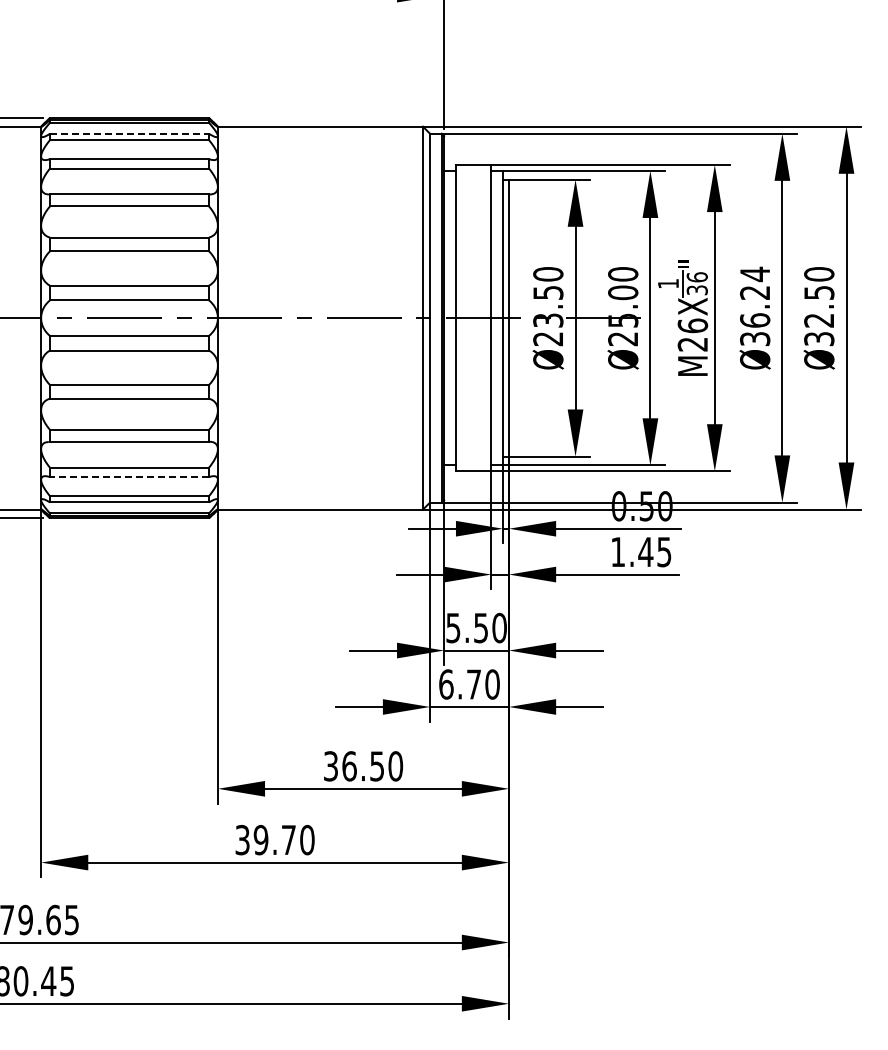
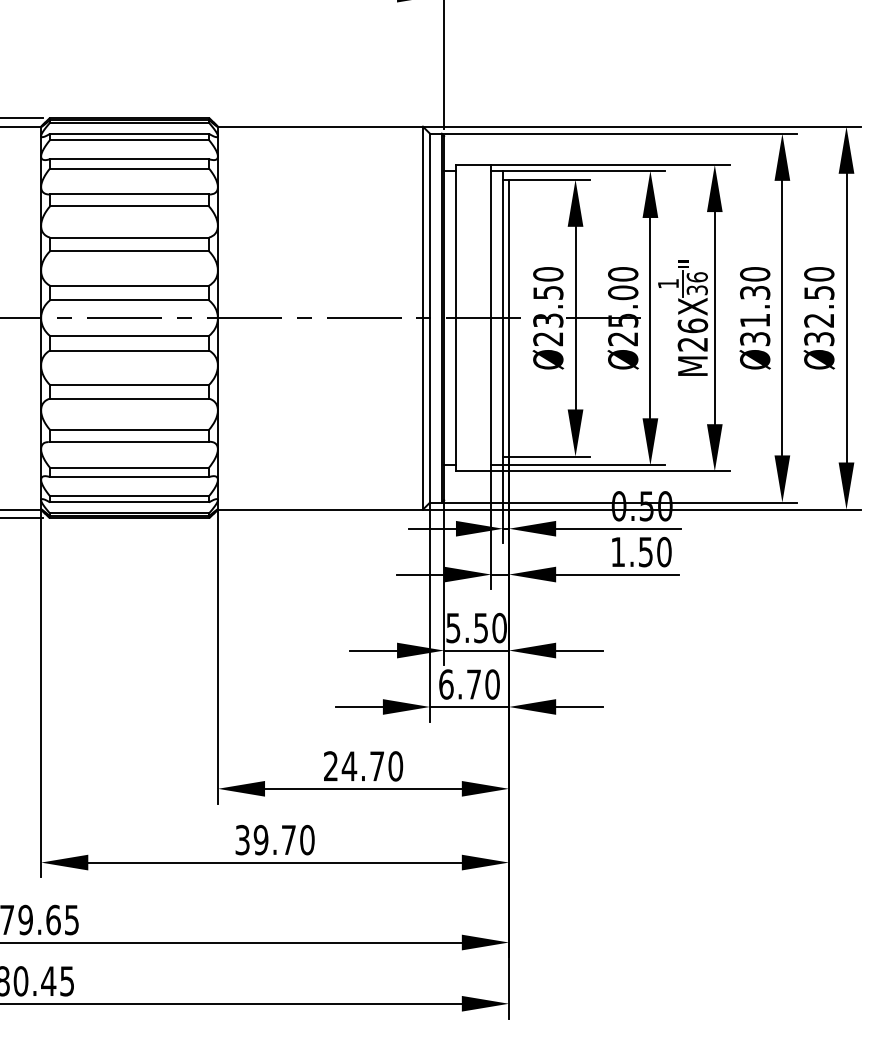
line at (129, 133): dashed -> solid
text at (755, 296): Ø36.24 -> Ø31.30
line at (129, 477): dashed -> solid
text at (654, 551): 1.45 -> 1.50
text at (354, 766): 36.50 -> 24.70
